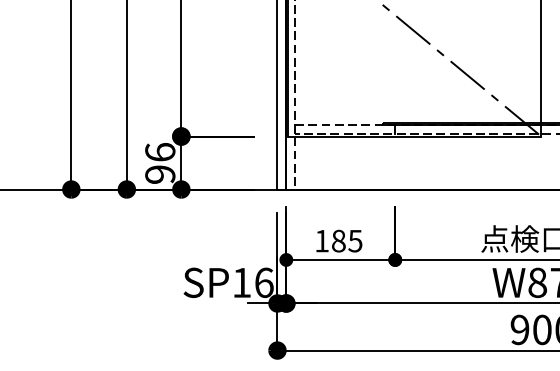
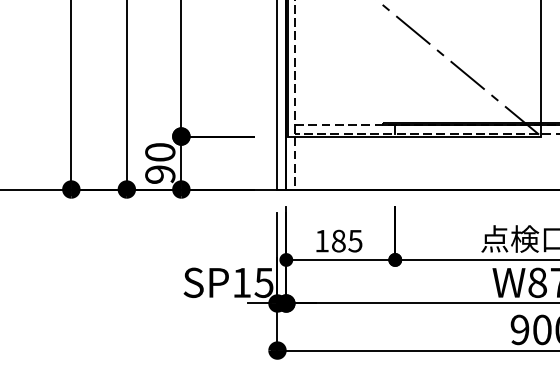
text at (160, 152): 96 -> 90
text at (263, 282): SP16 -> SP15
